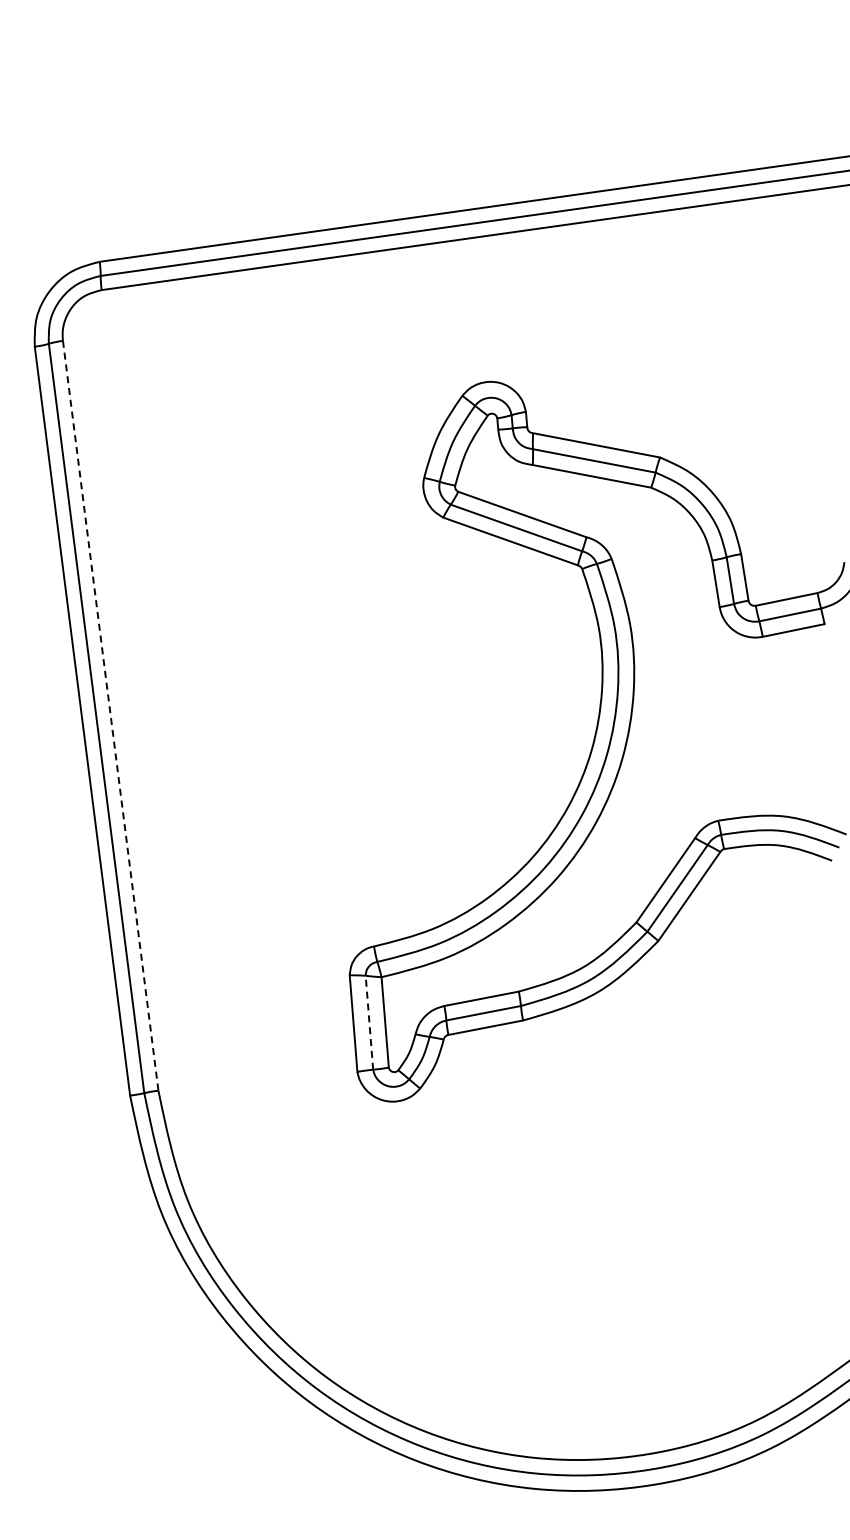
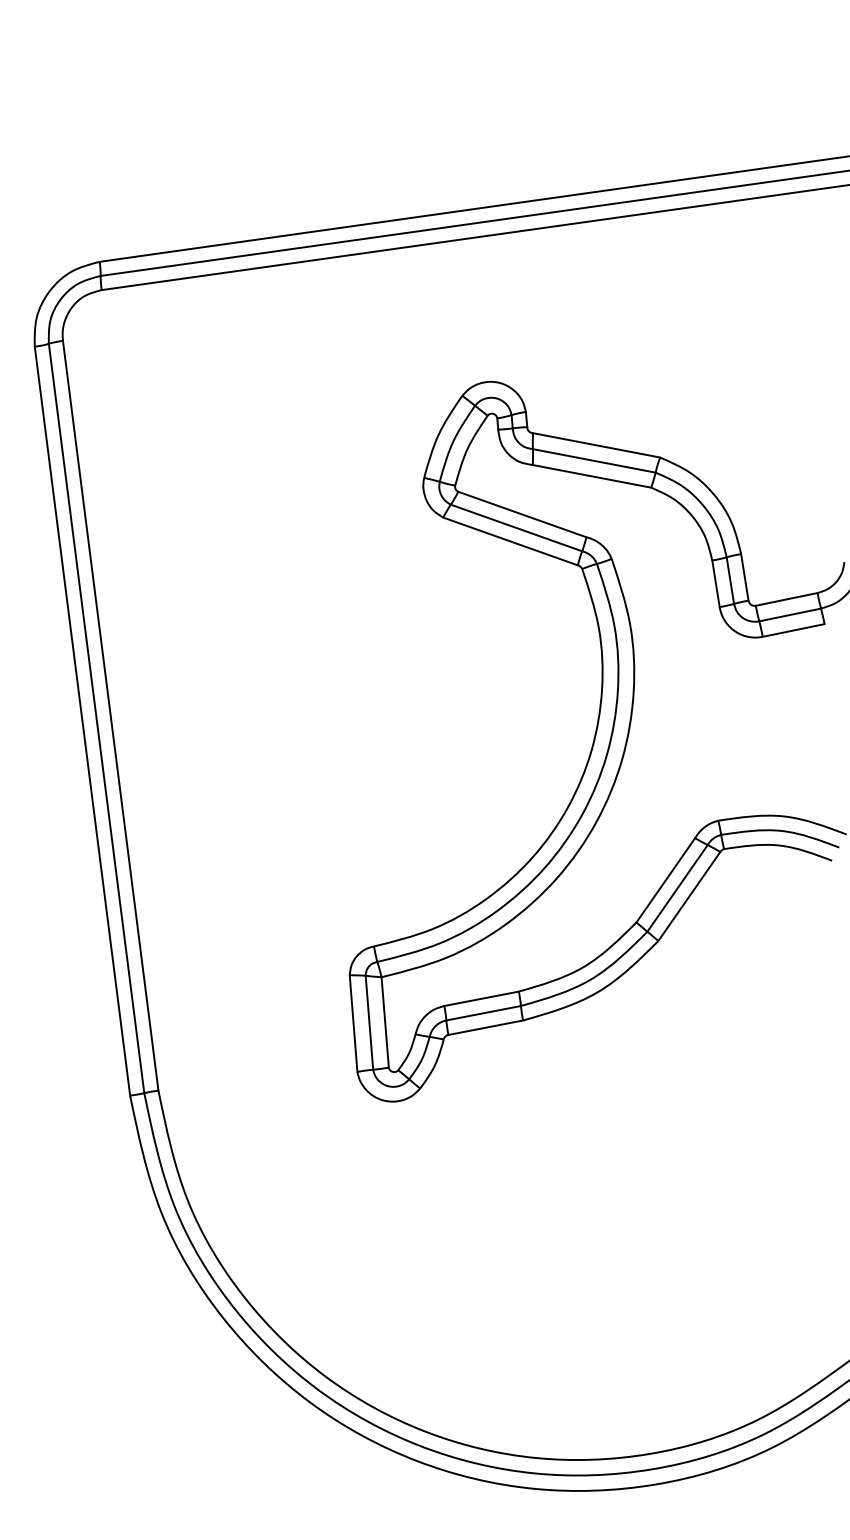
line at (110, 715): dashed -> solid
line at (369, 1022): dashed -> solid
